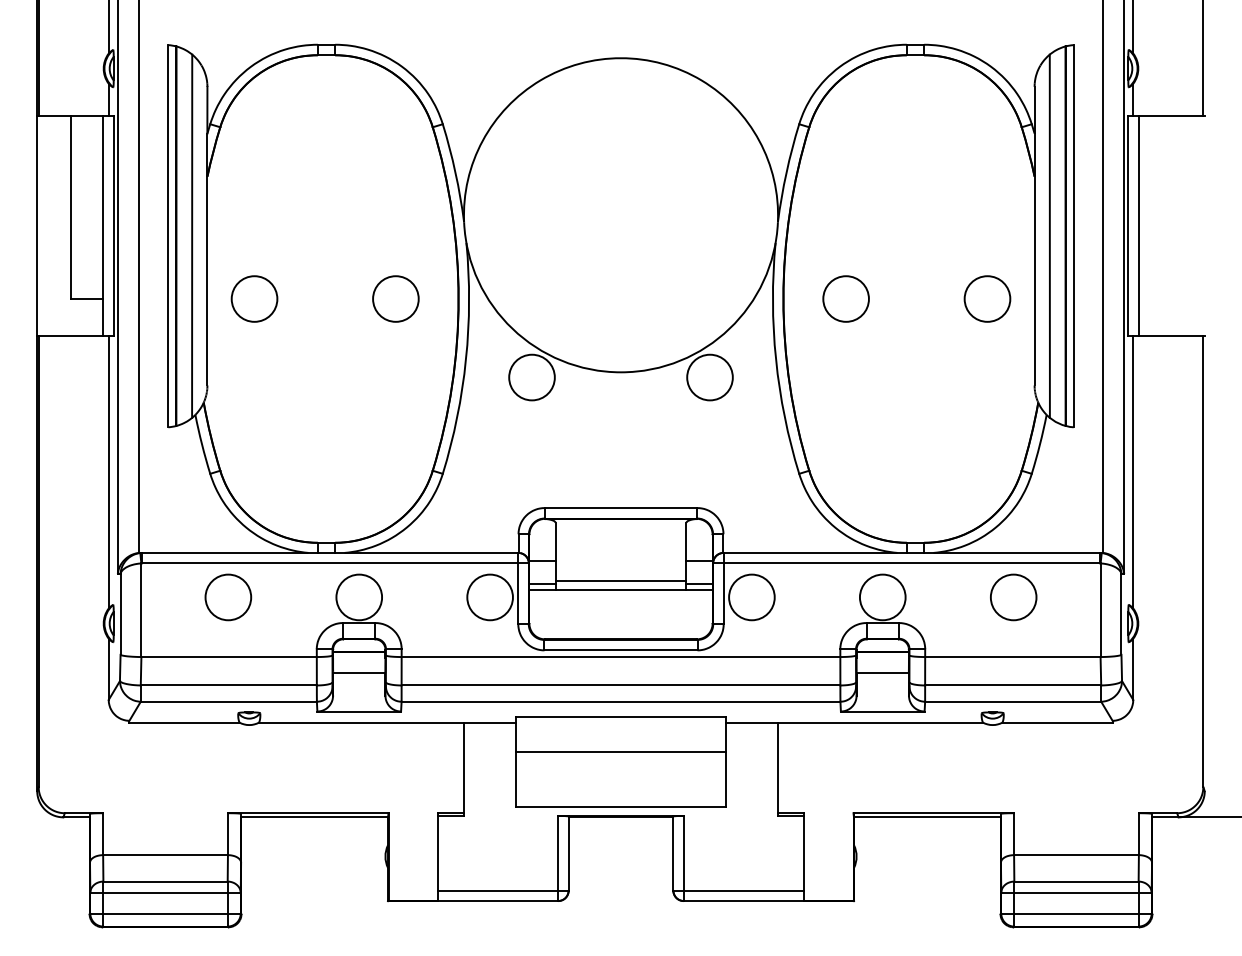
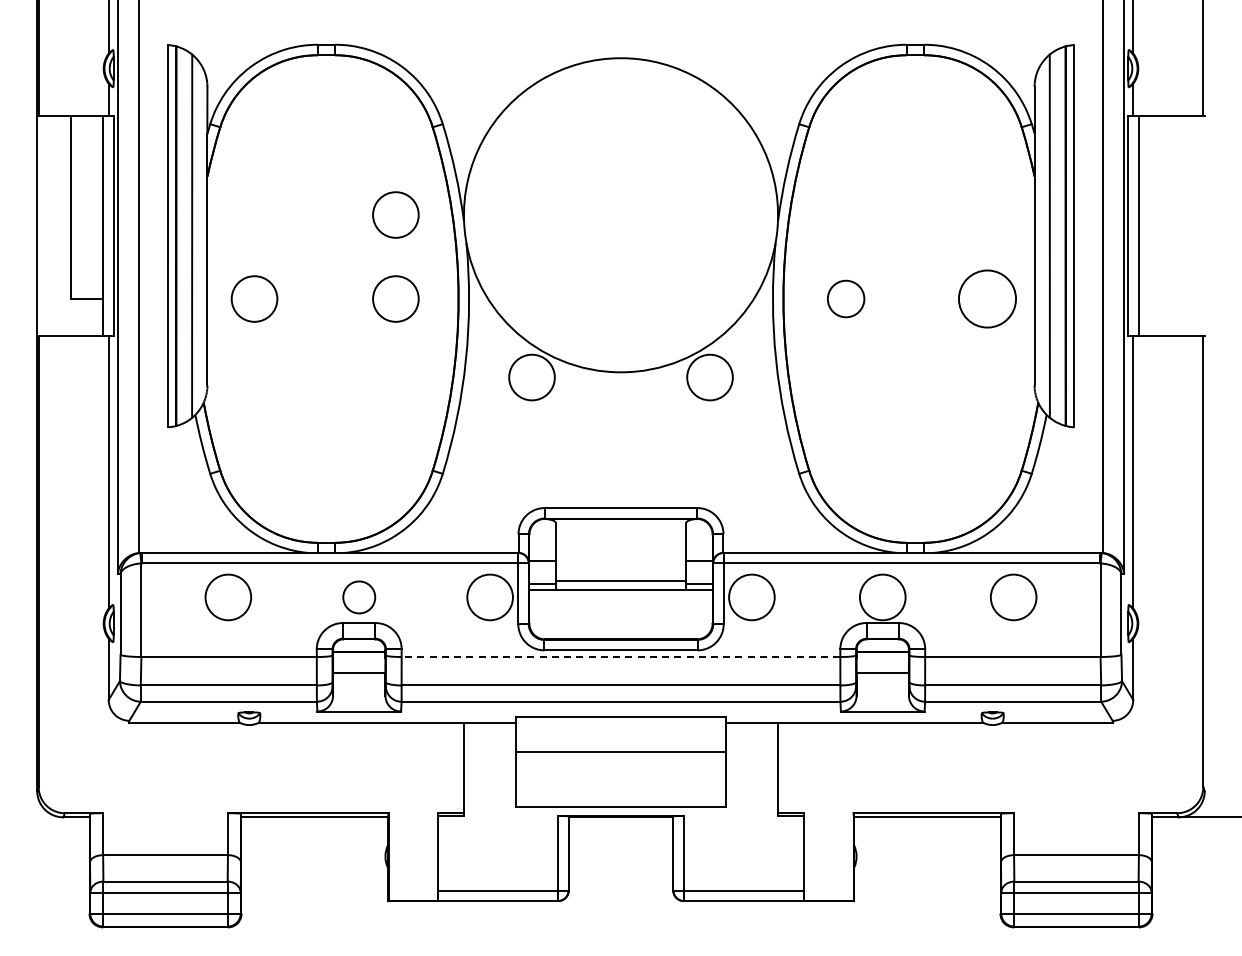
circle at (395, 214): none -> present
circle at (845, 298) size: 48x48 px -> 39x40 px
circle at (987, 298) diameter: 46 px -> 57 px
circle at (359, 597) diameter: 46 px -> 32 px
line at (620, 657): solid -> dashed
